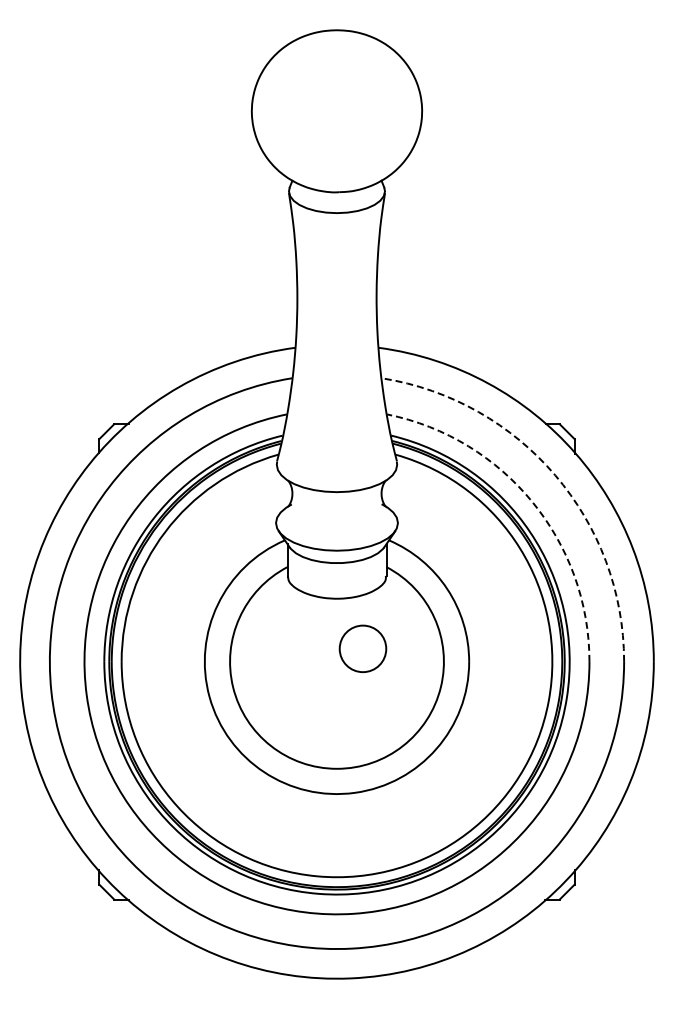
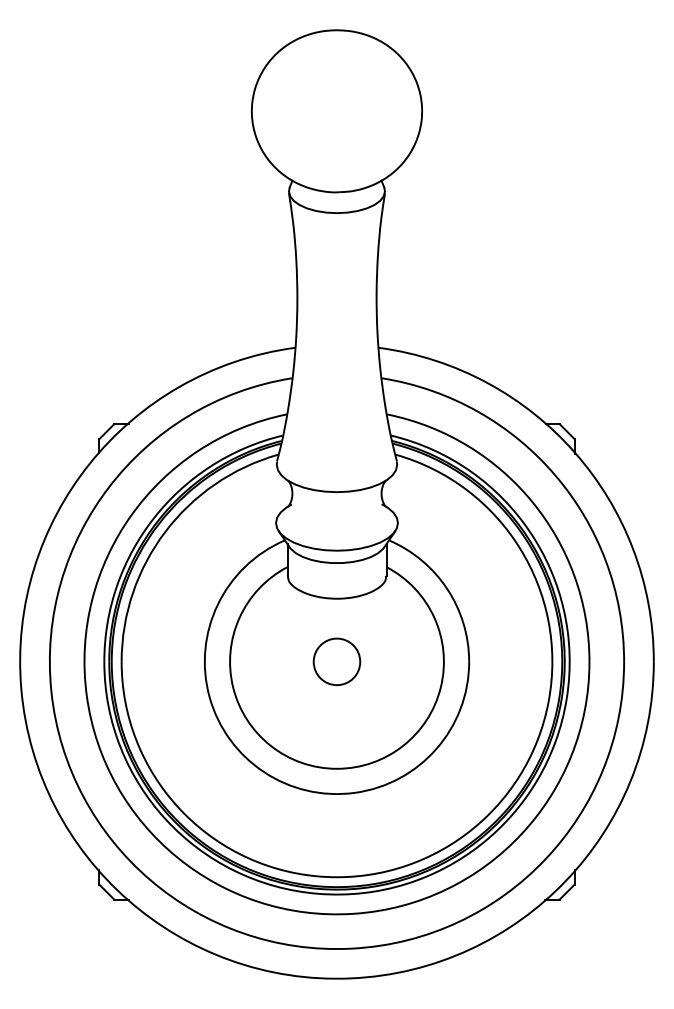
arc at (555, 475): dashed -> solid
arc at (532, 502): dashed -> solid
circle at (362, 648) position: (362, 648) -> (336, 661)
